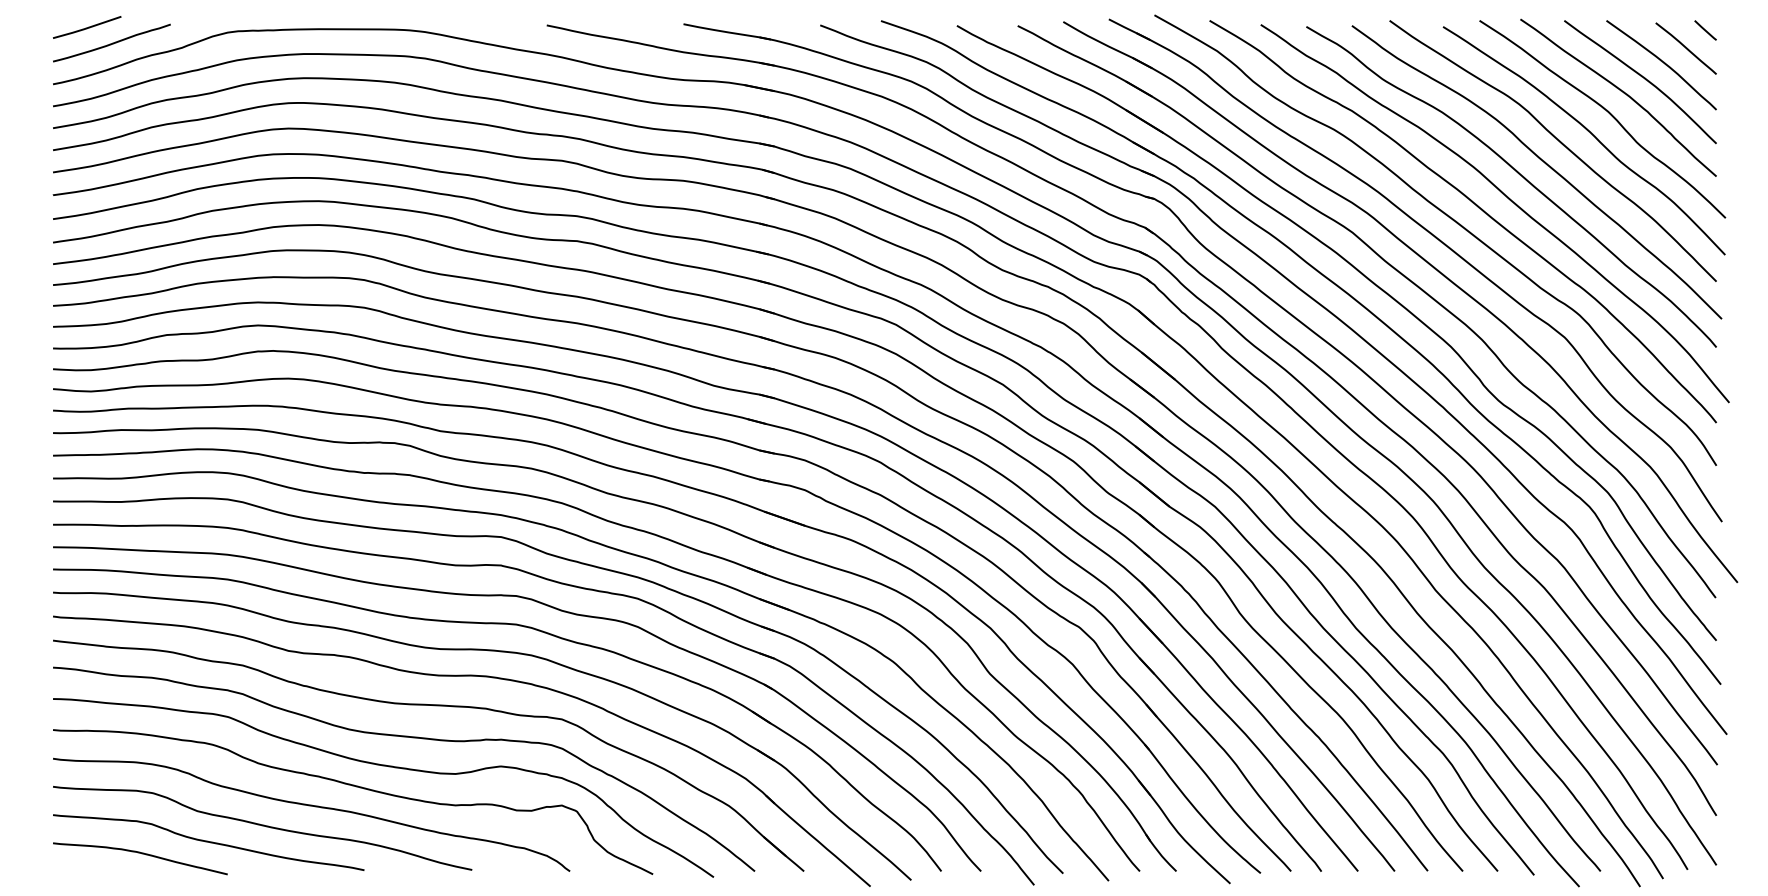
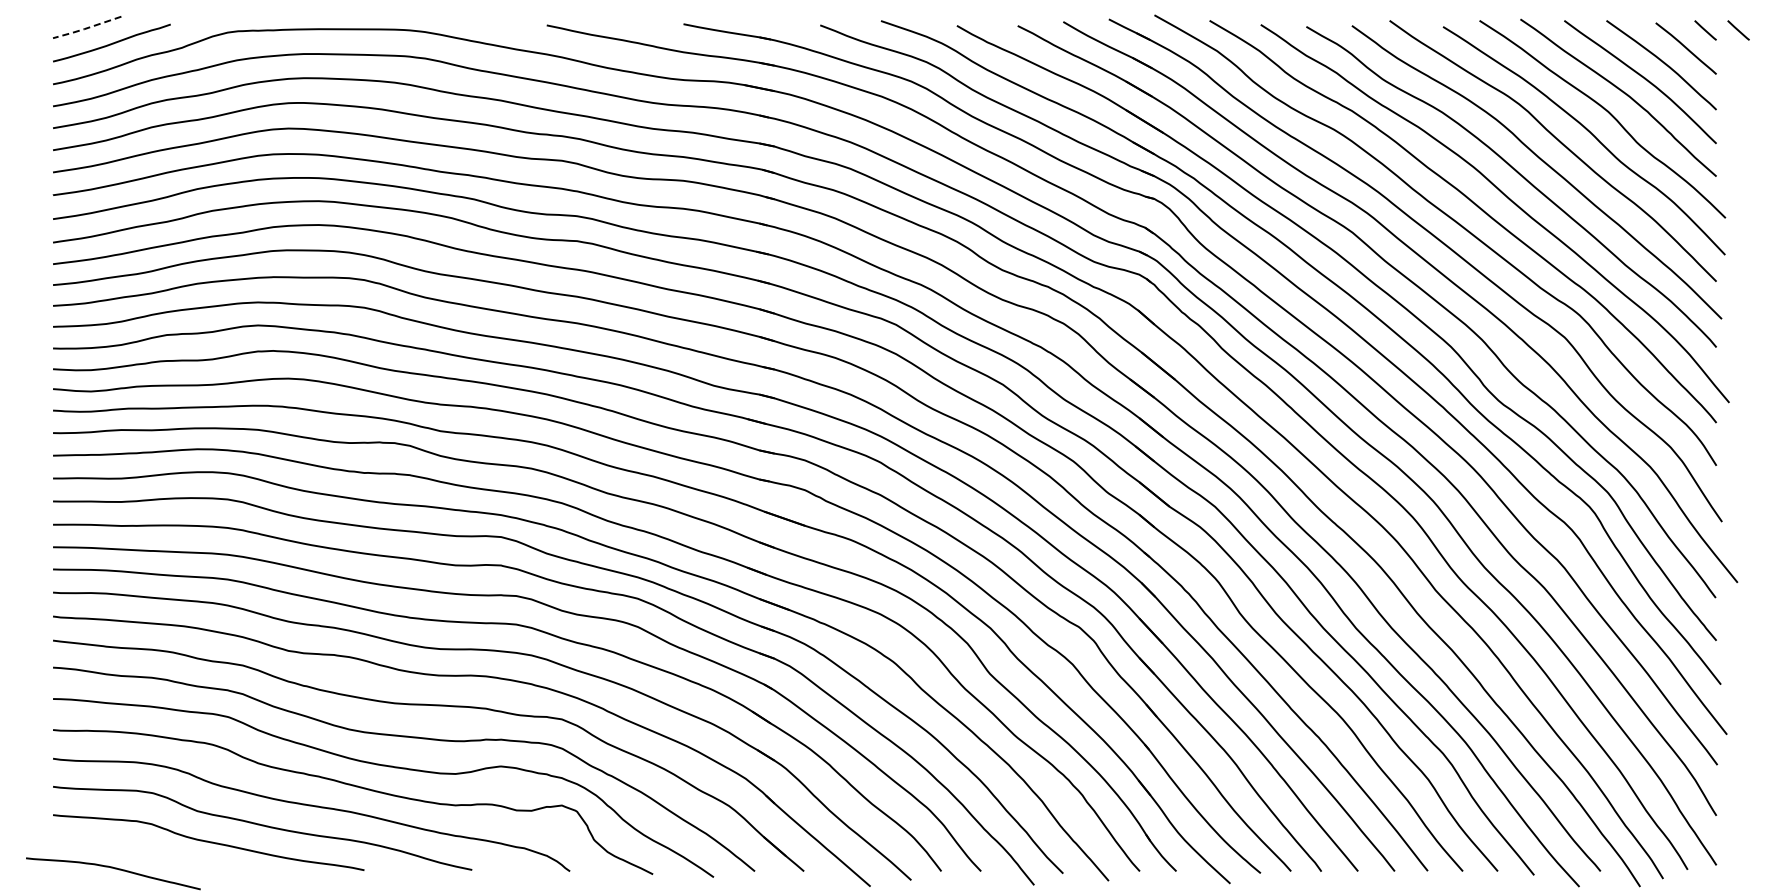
line at (86, 28): solid -> dashed
line at (1738, 30): none -> present
curve at (142, 854) position: (142, 854) -> (115, 869)
